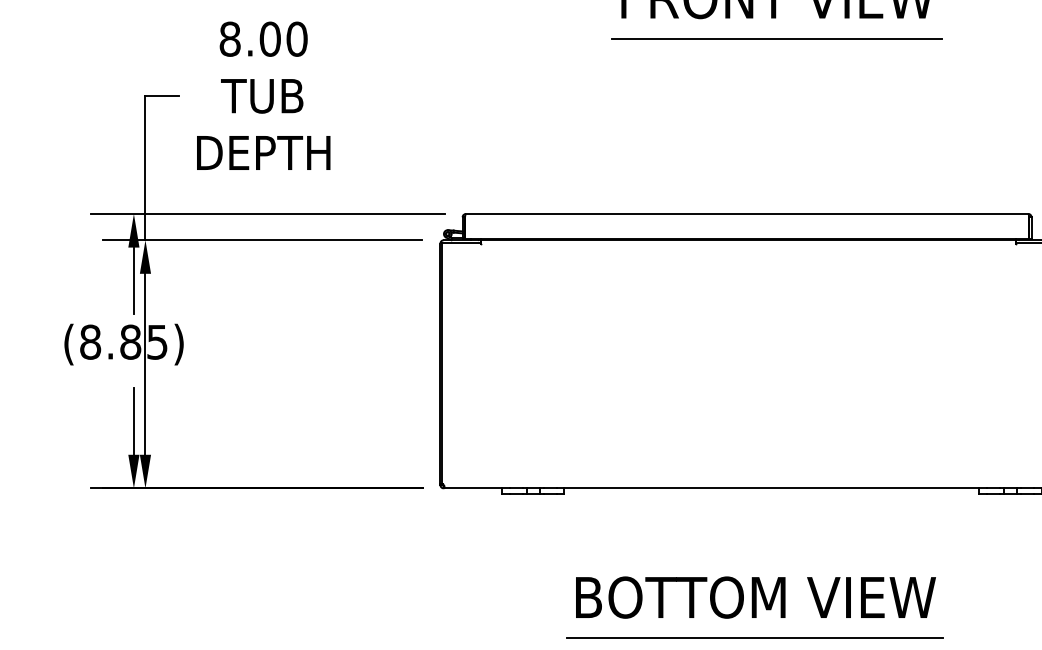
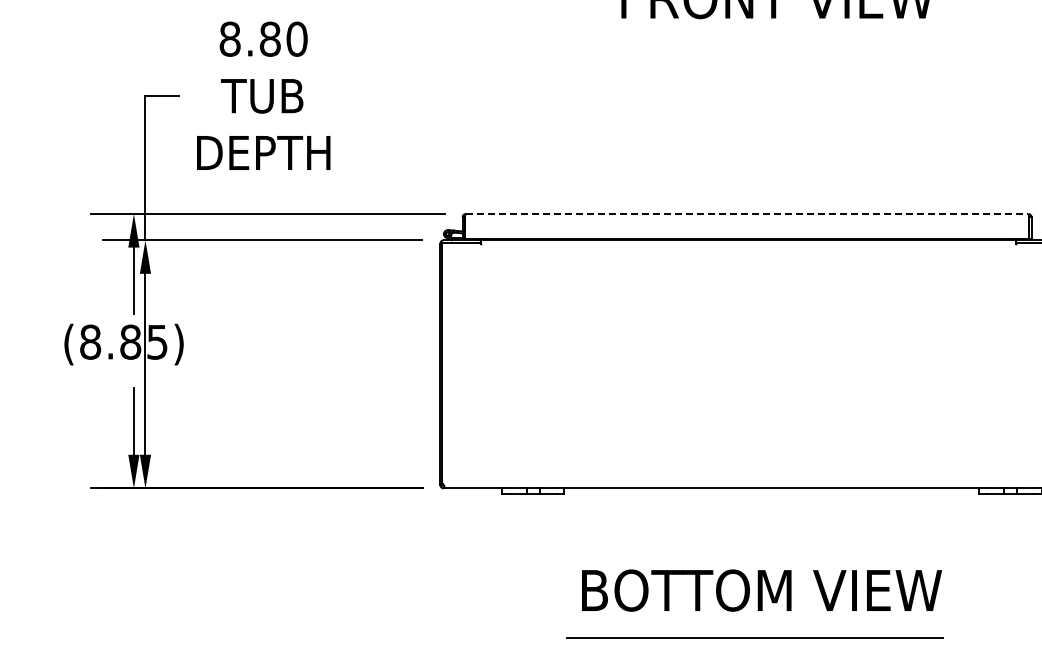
text at (269, 38): 8.00 -> 8.80
line at (776, 38): present -> none
line at (747, 213): solid -> dashed
text at (755, 597) position: (755, 597) -> (761, 590)
